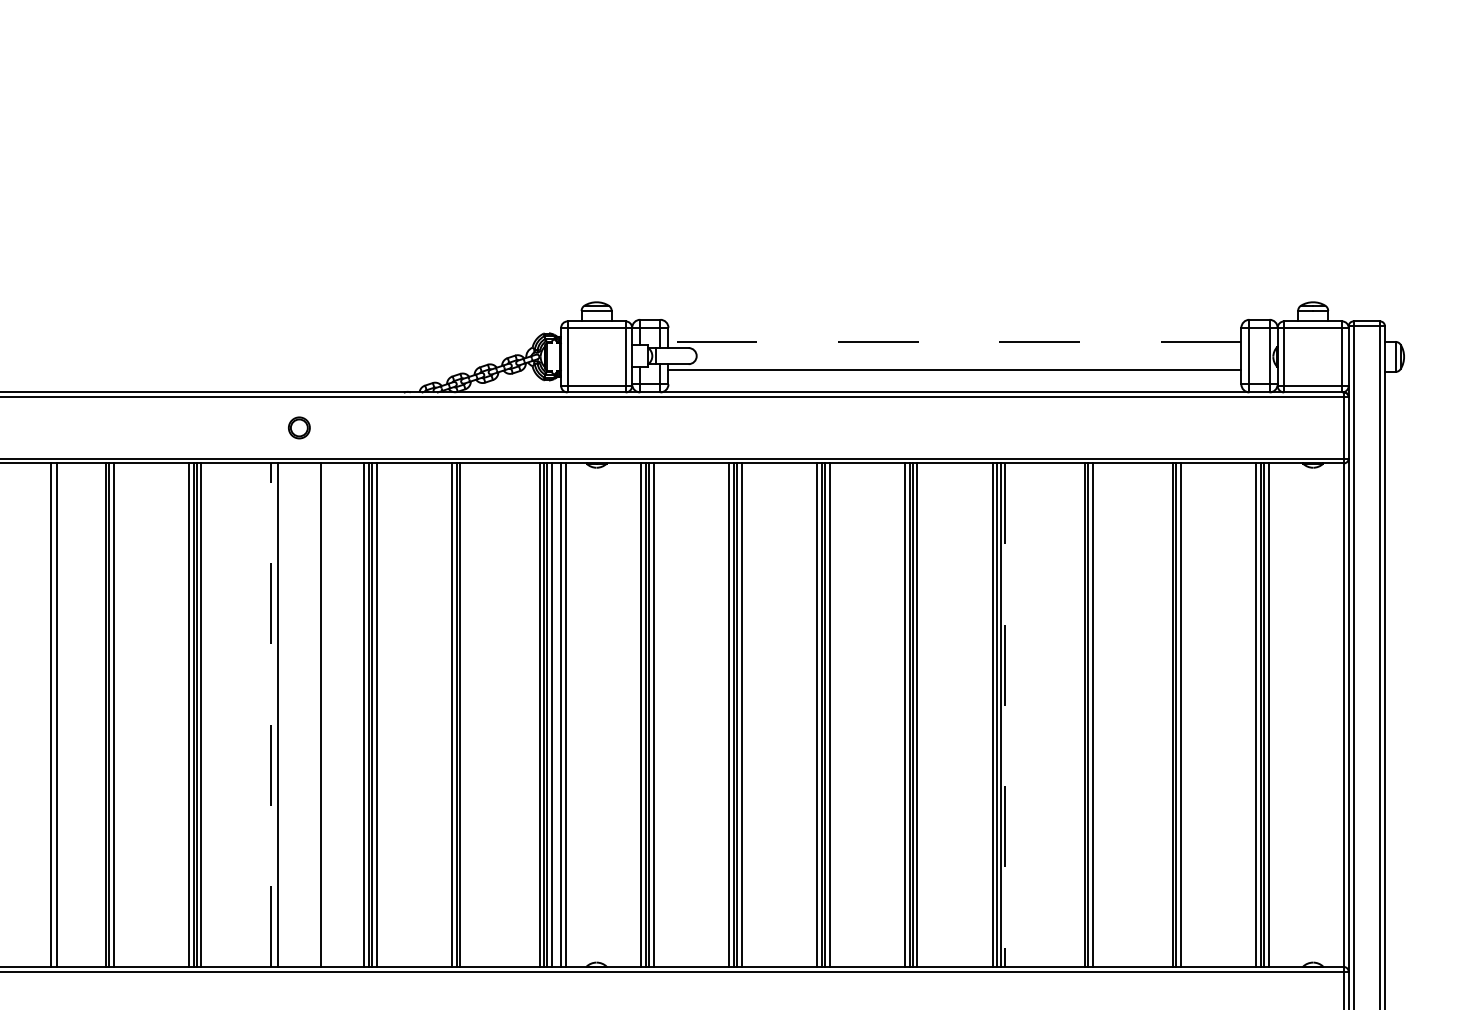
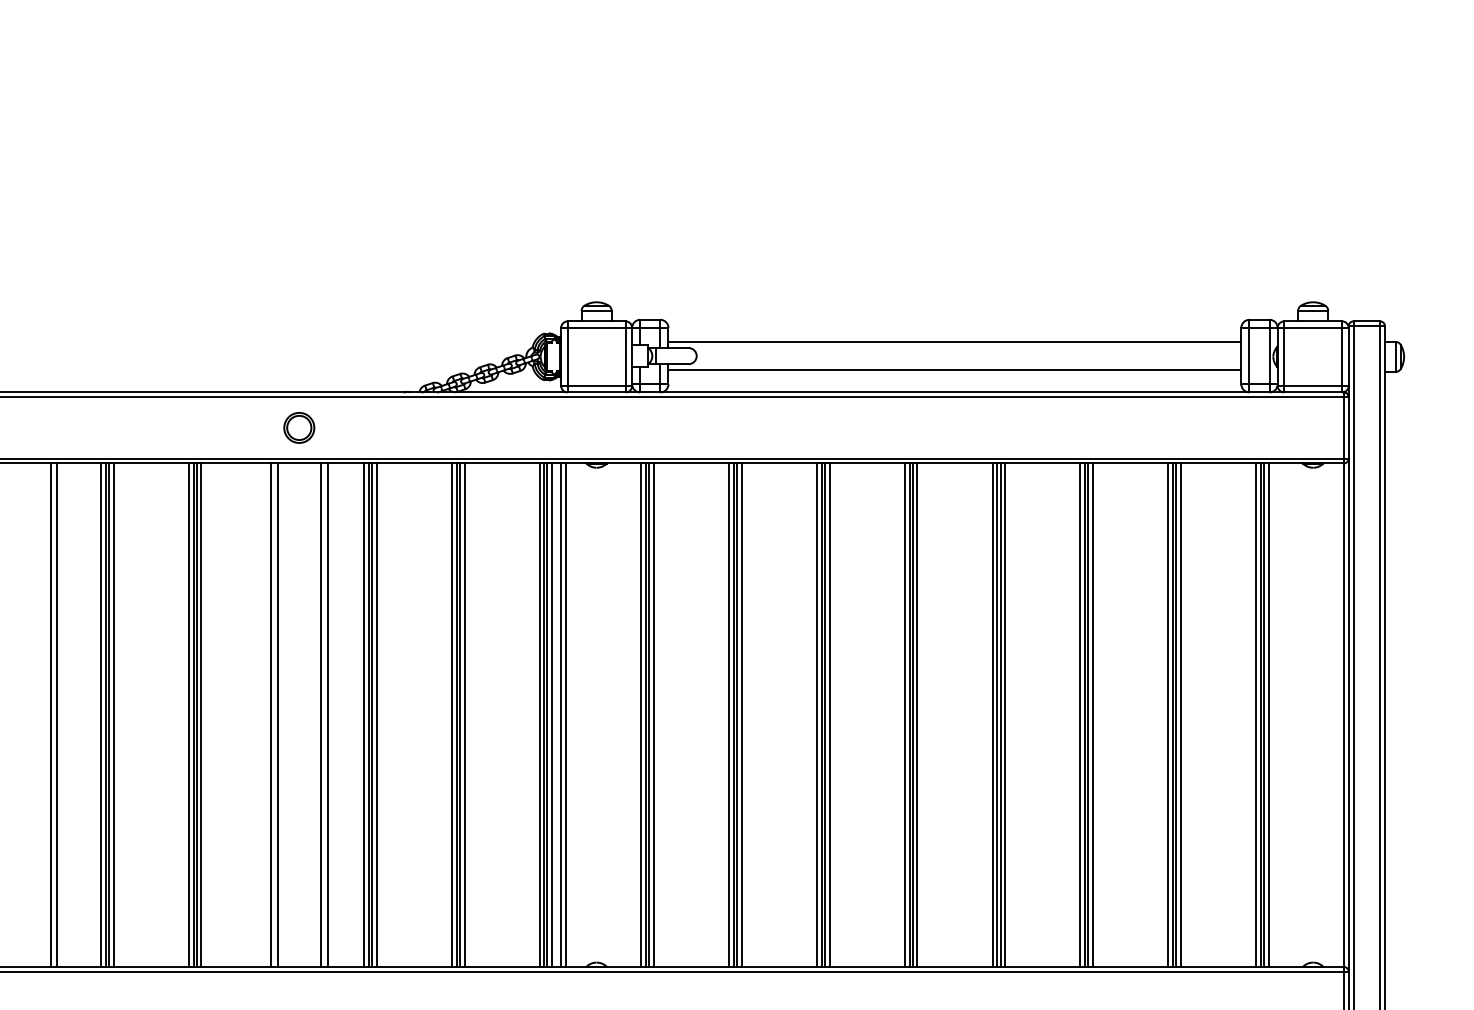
line at (954, 342): dashed -> solid
part at (299, 427) size: 23x24 px -> 33x32 px
line at (101, 714): none -> present
line at (327, 714): none -> present
line at (464, 714): none -> present
line at (1080, 714): none -> present
line at (1168, 714): none -> present
line at (271, 715): dashed -> solid
line at (1005, 715): dashed -> solid
